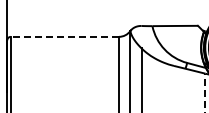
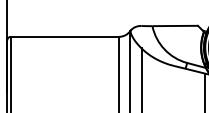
line at (64, 36): dashed -> solid
line at (205, 92): dashed -> solid
